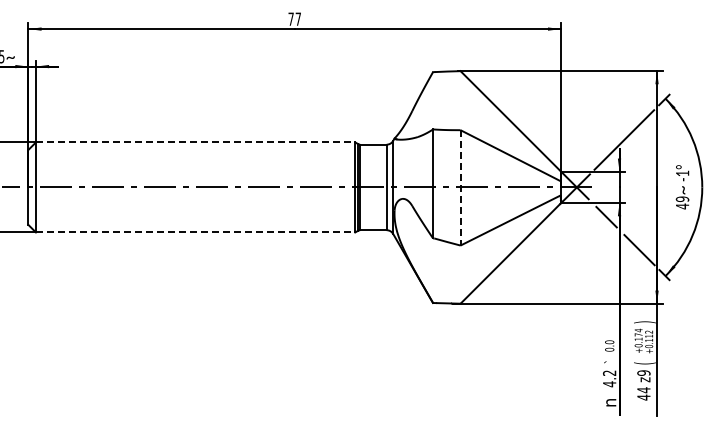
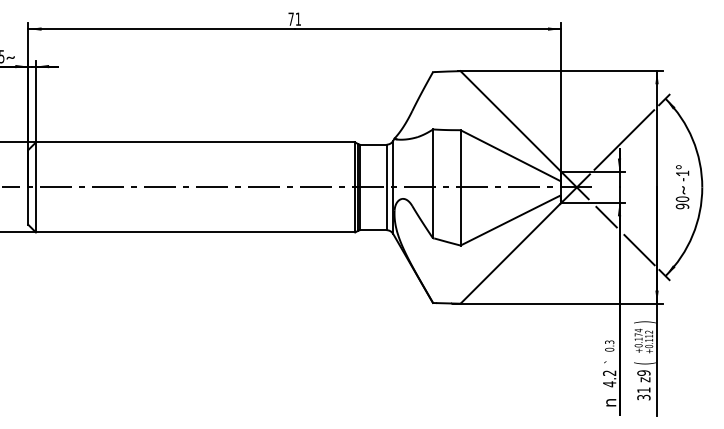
text at (297, 18): 77 -> 71
line at (195, 142): dashed -> solid
line at (460, 187): dashed -> solid
text at (682, 202): 49 -> 90
line at (195, 232): dashed -> solid
text at (609, 342): 0.0 -> 0.3
text at (643, 393): 44 -> 31
